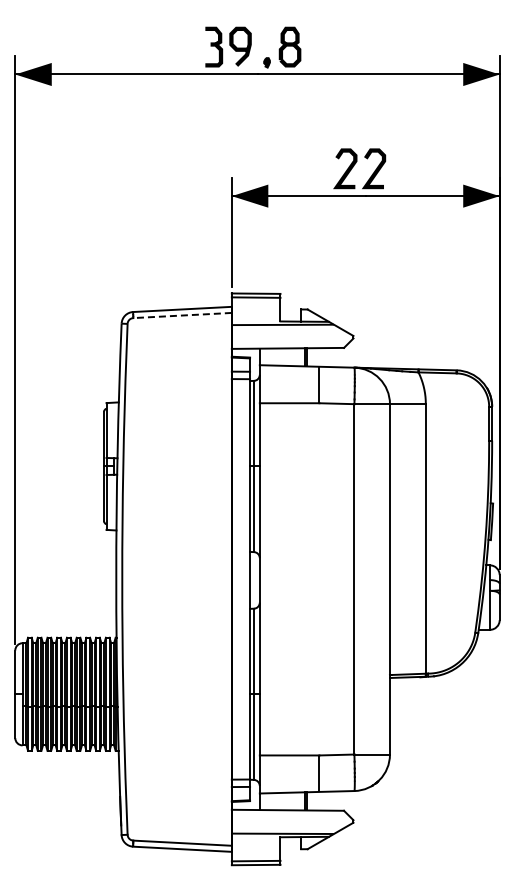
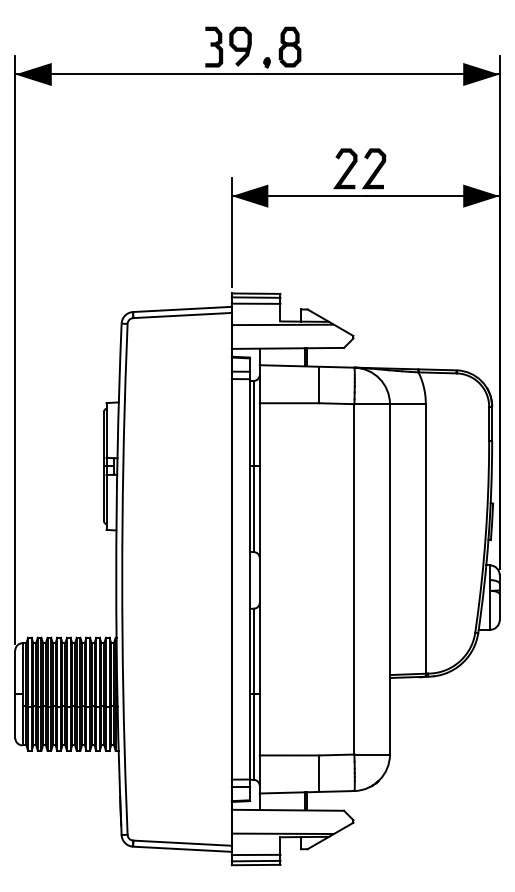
line at (255, 303): none -> present
line at (182, 315): dashed -> solid
line at (255, 854): none -> present
